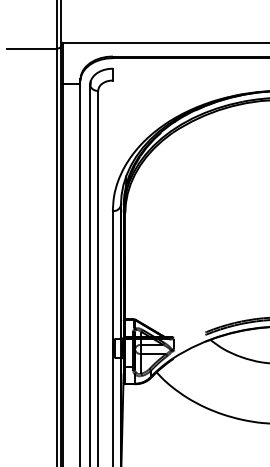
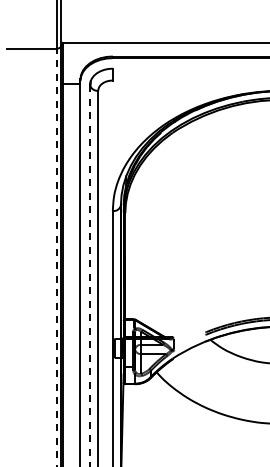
line at (56, 257): solid -> dashed
line at (90, 276): solid -> dashed
